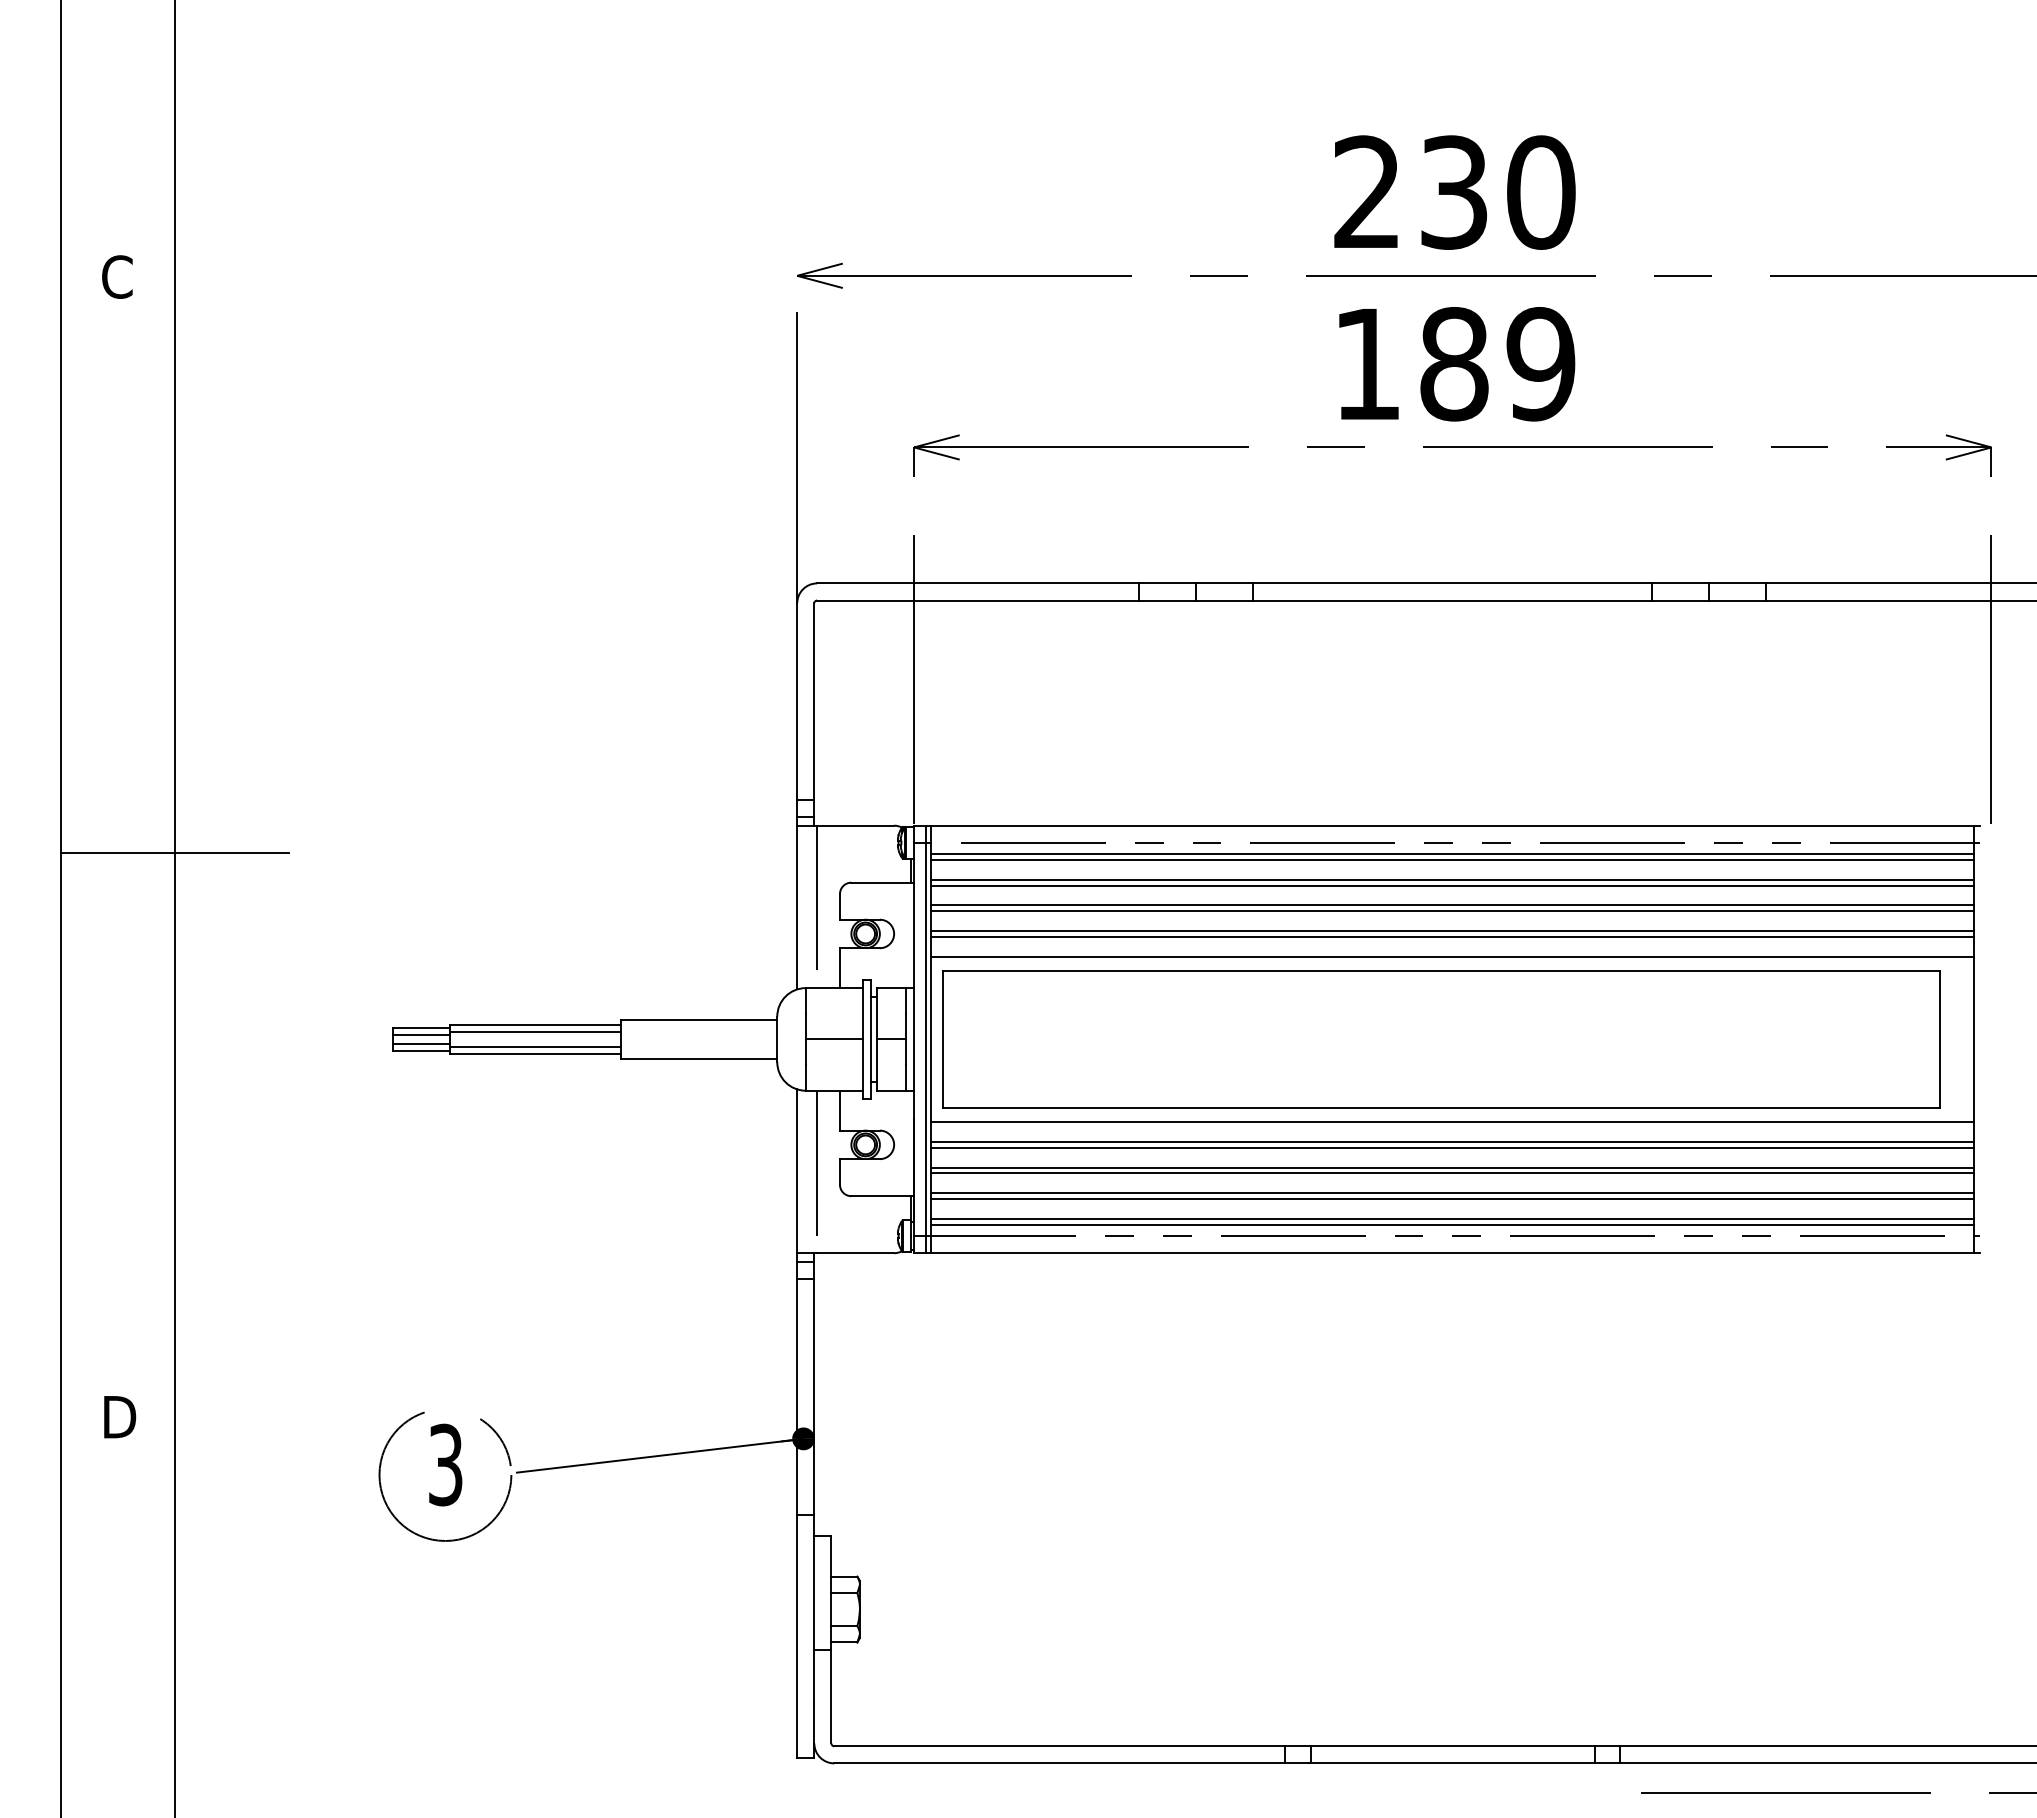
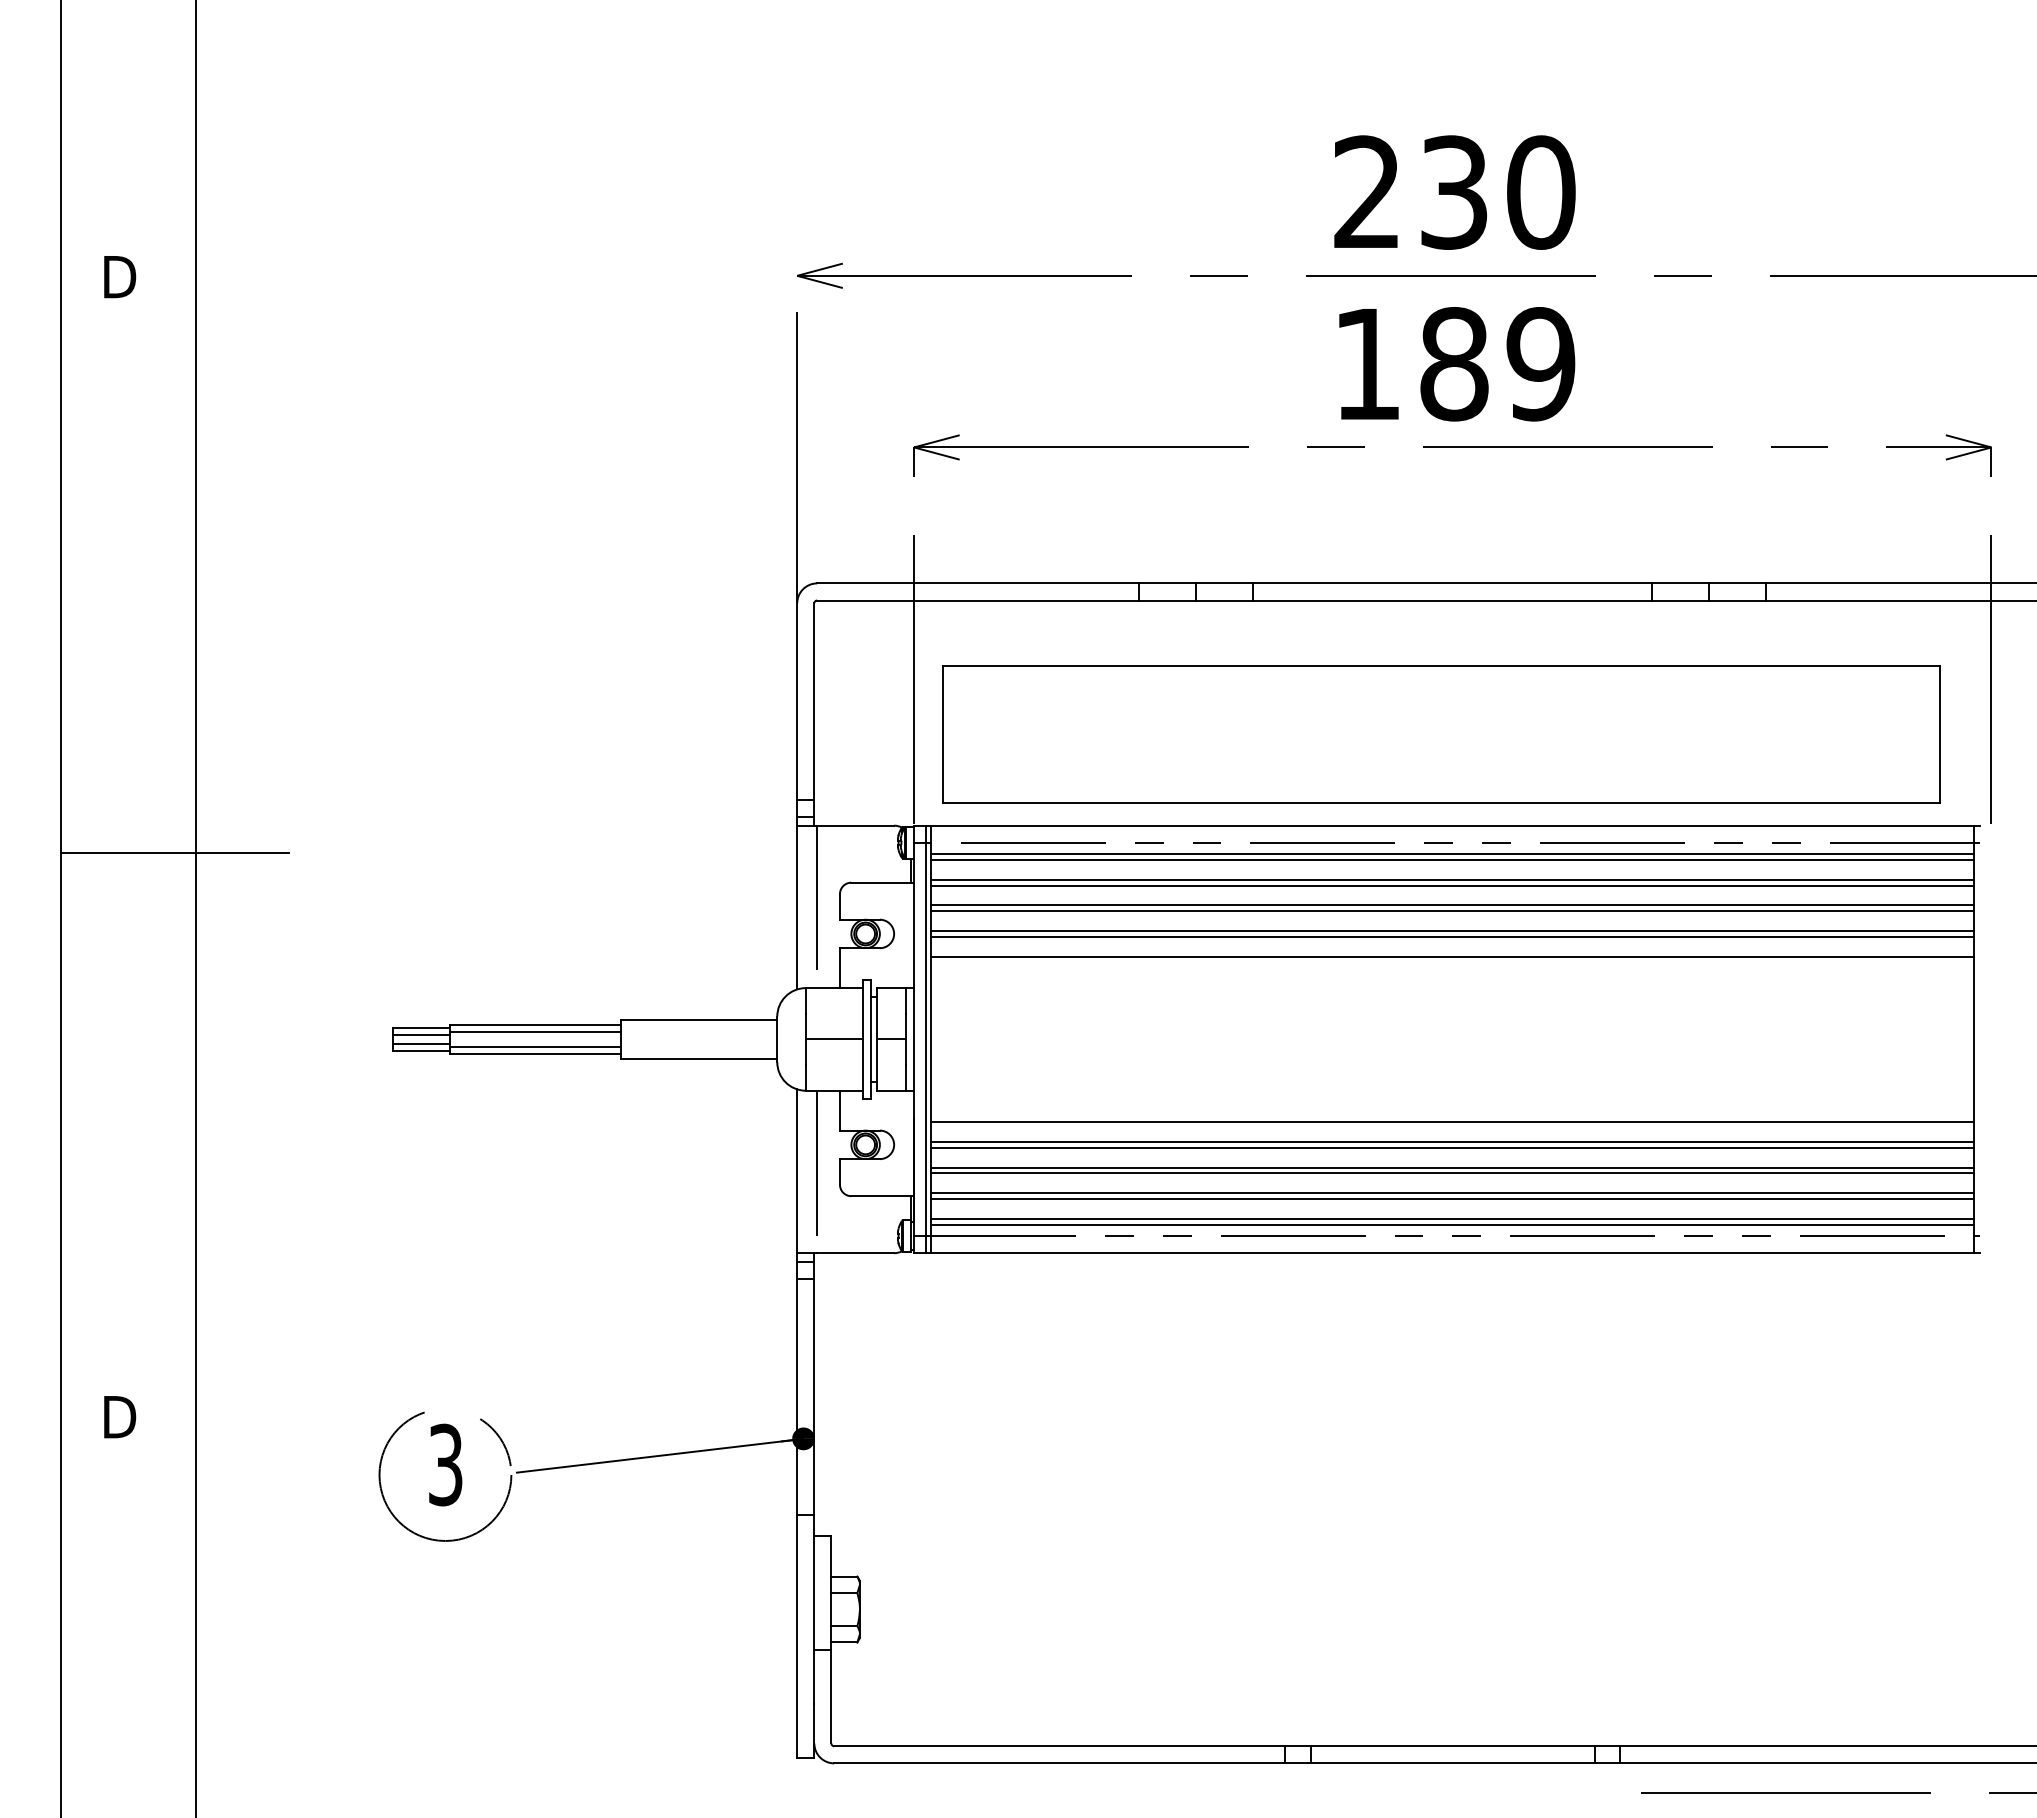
text at (119, 276): C -> D
line at (175, 908) position: (175, 908) -> (196, 908)
part at (1441, 1039) position: (1441, 1039) -> (1441, 734)
